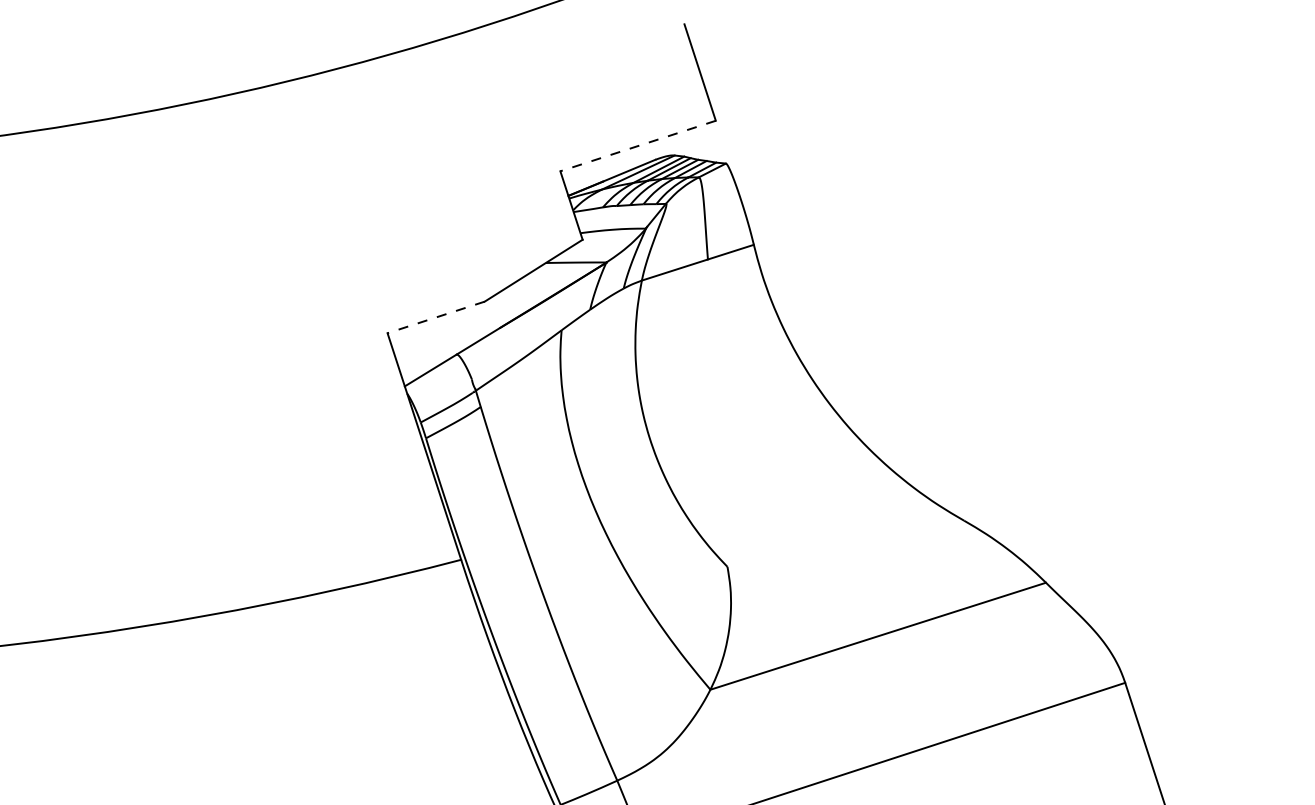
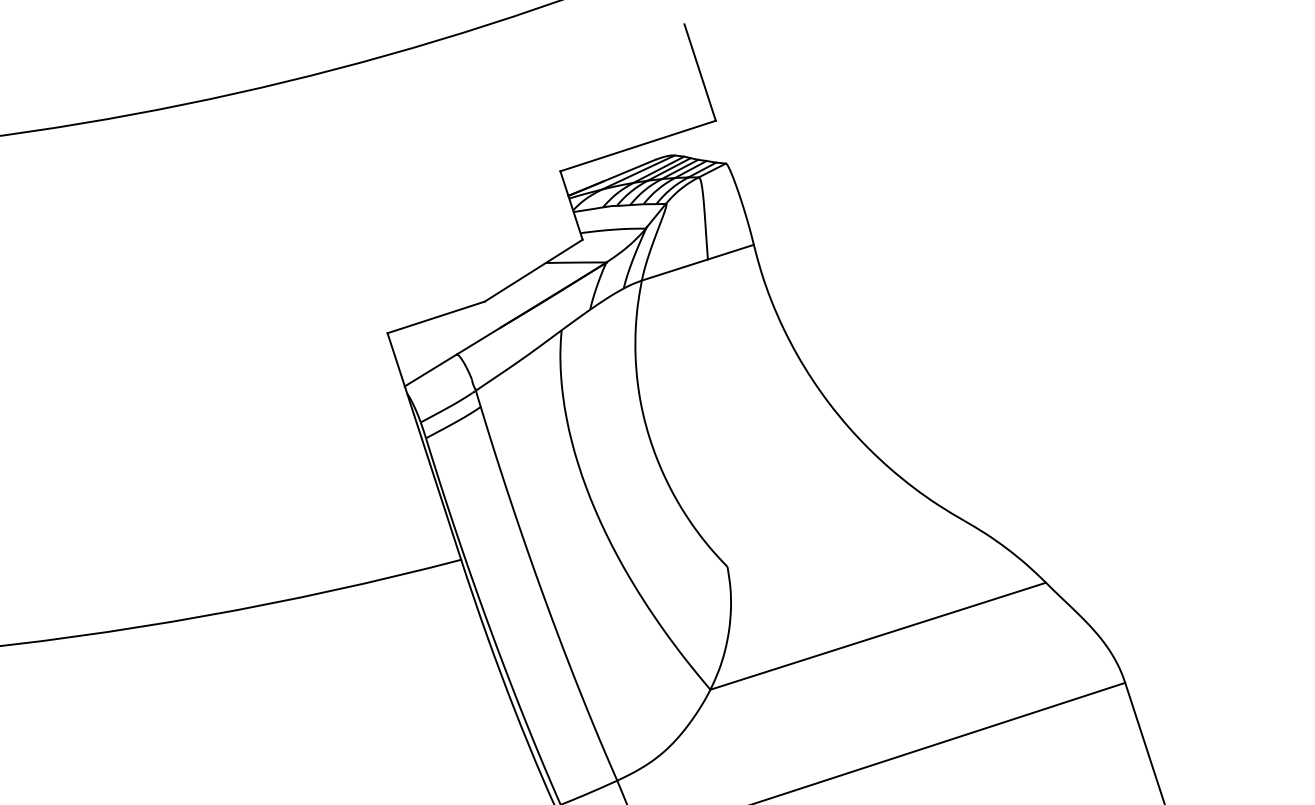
line at (638, 146): dashed -> solid
line at (435, 317): dashed -> solid
